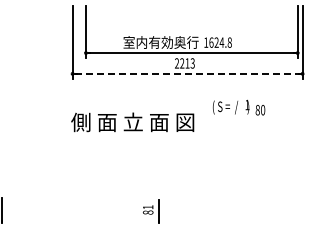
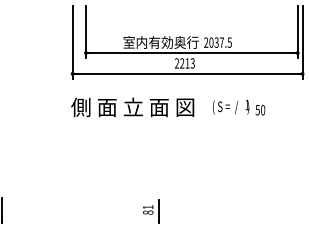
text at (217, 42): 1624.8 -> 2037.5
line at (188, 73): dashed -> solid
text at (257, 110): 80 -> 50
text at (132, 122) position: (132, 122) -> (132, 107)
